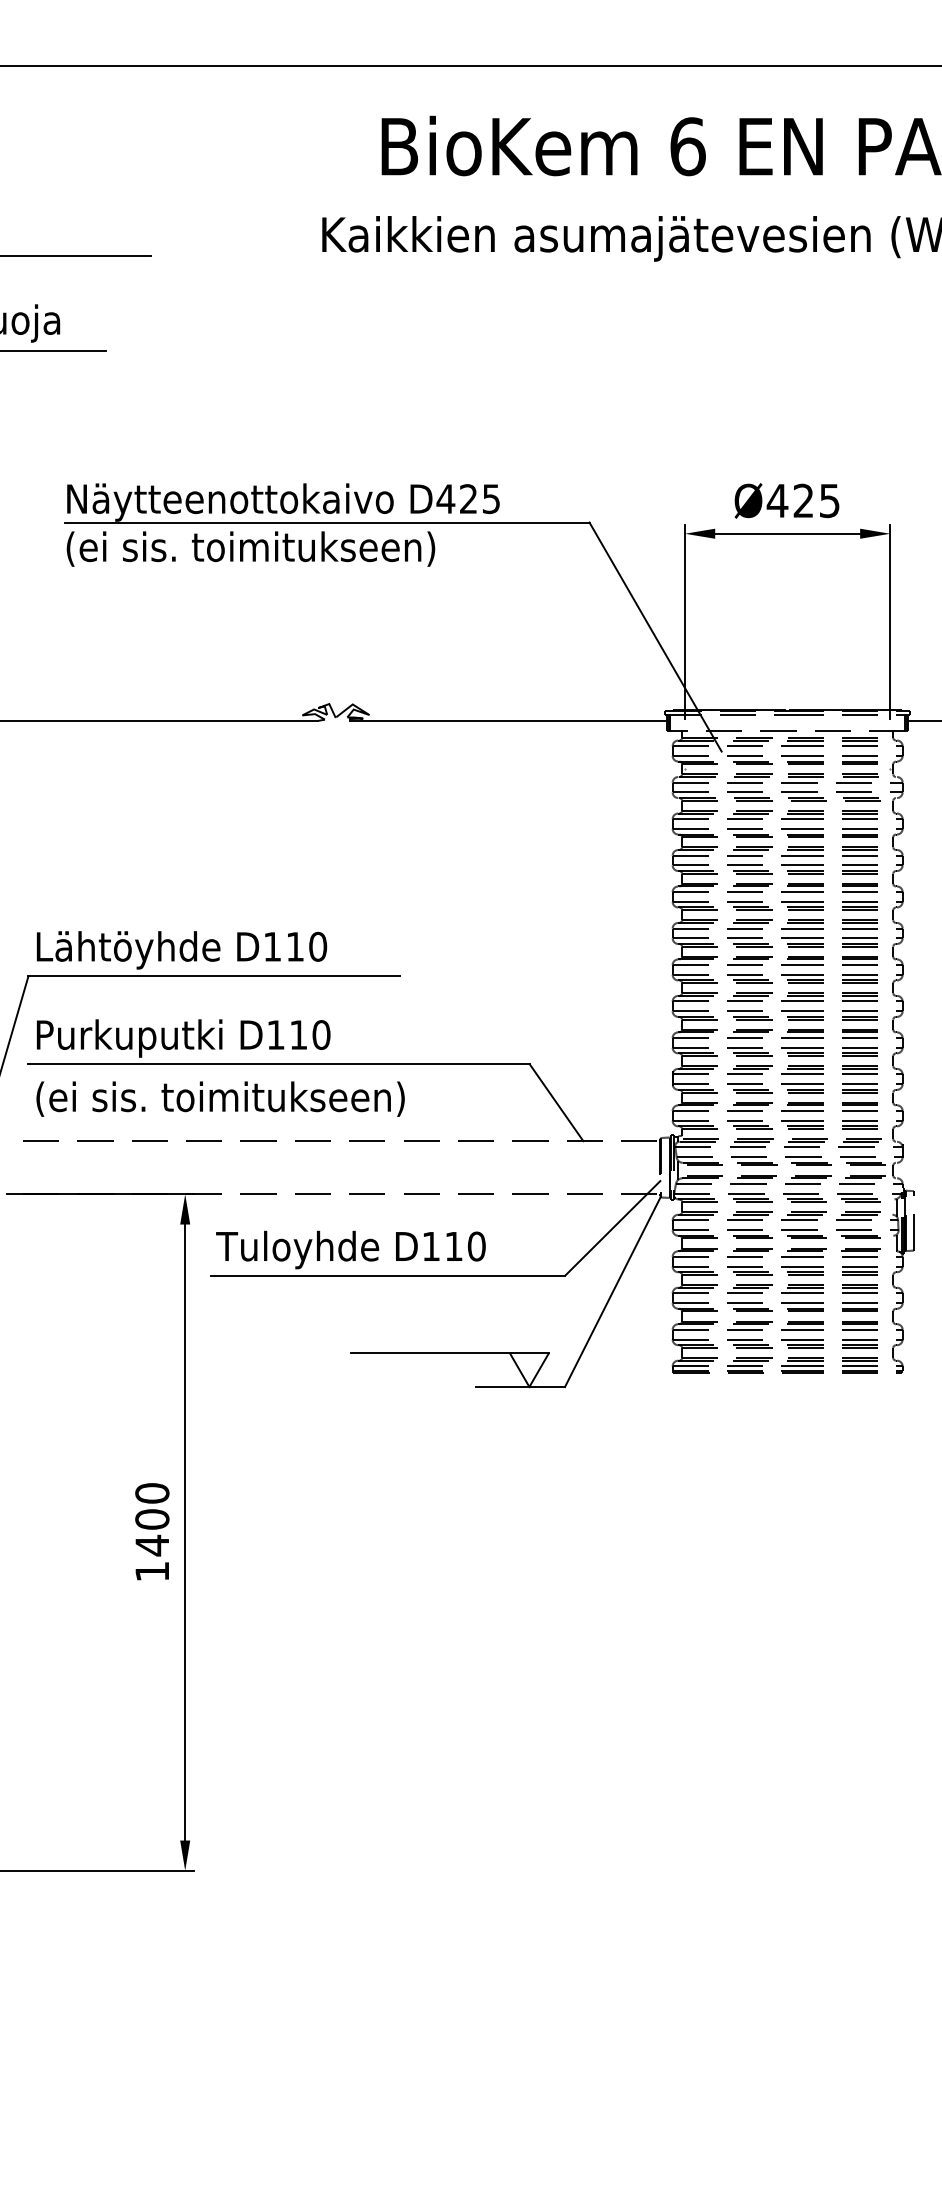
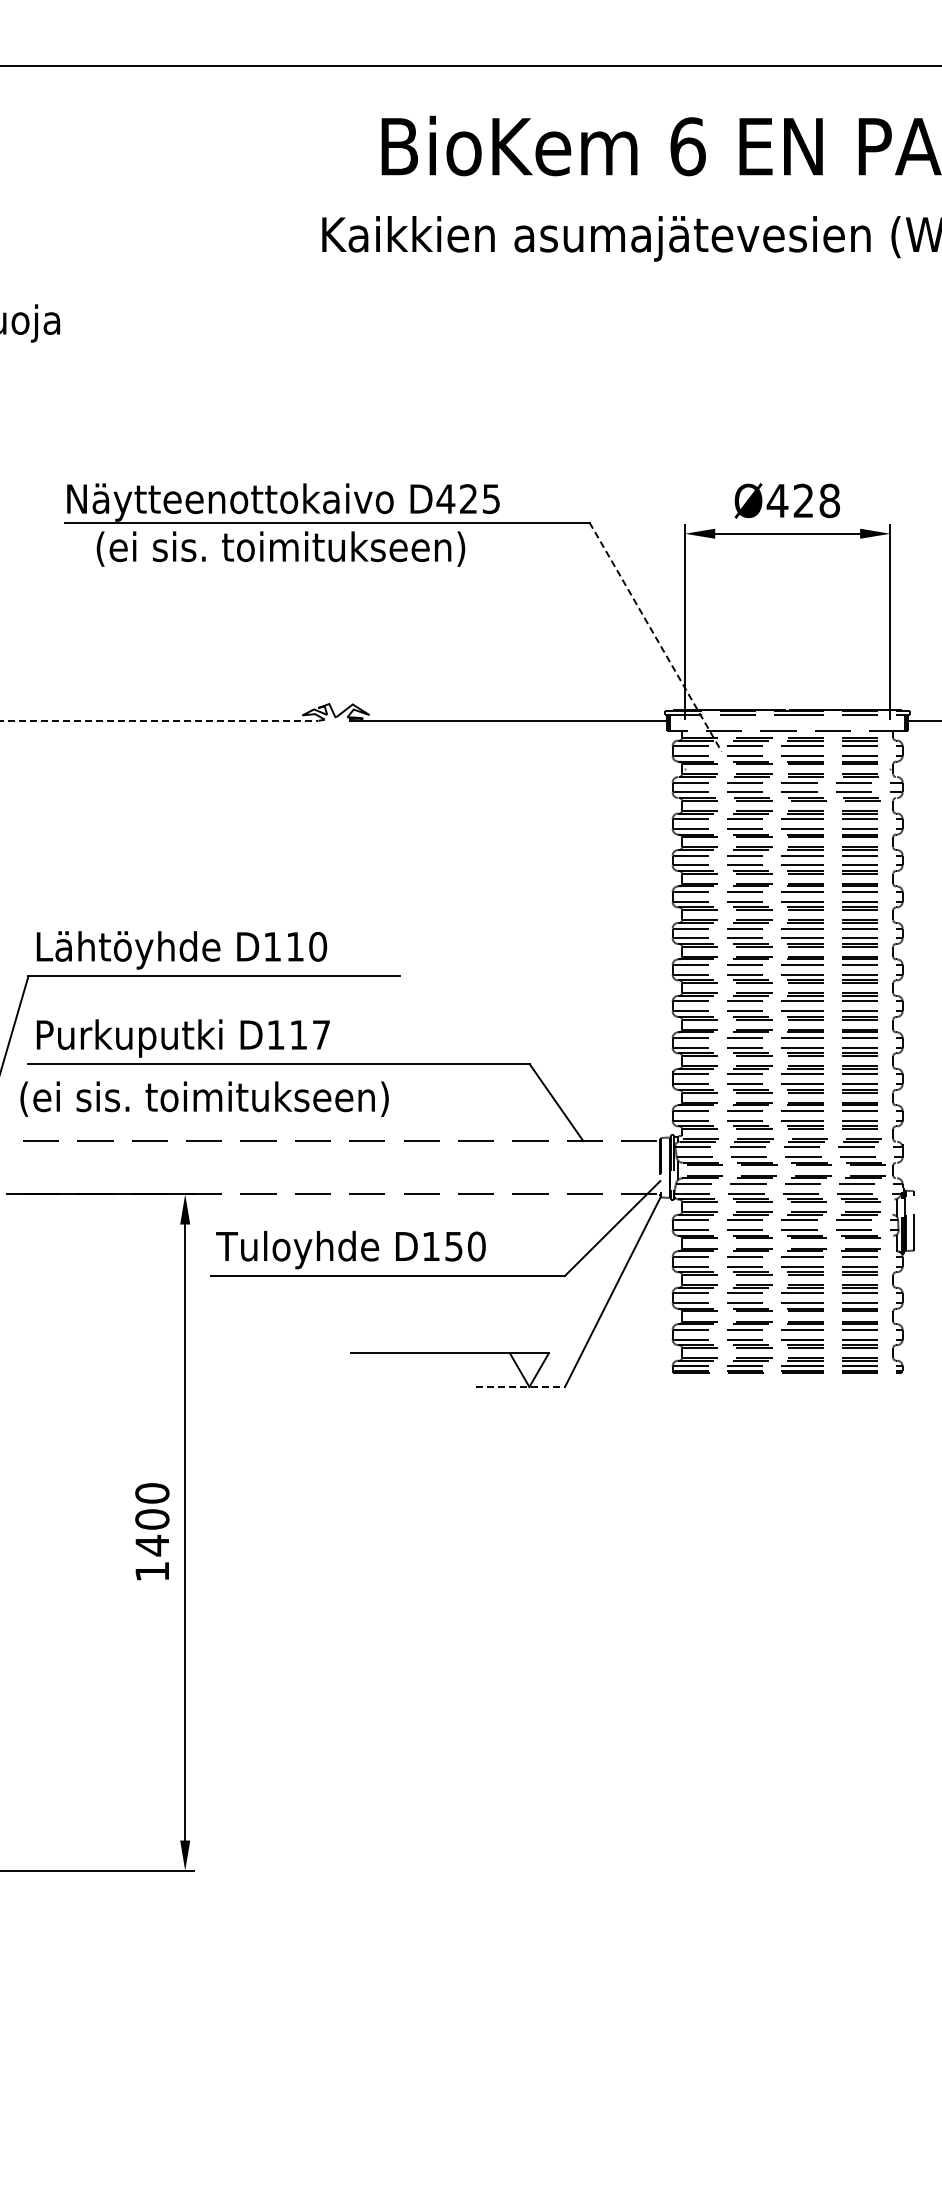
line at (76, 255): present -> none
line at (54, 350): present -> none
text at (829, 500): Ø425 -> Ø428
text at (250, 548) position: (250, 548) -> (280, 548)
line at (655, 637): solid -> dashed
line at (159, 720): solid -> dashed
text at (321, 1034): D110 -> D117
text at (220, 1098) position: (220, 1098) -> (204, 1098)
text at (453, 1246): D110 -> D150
line at (521, 1387): solid -> dashed
